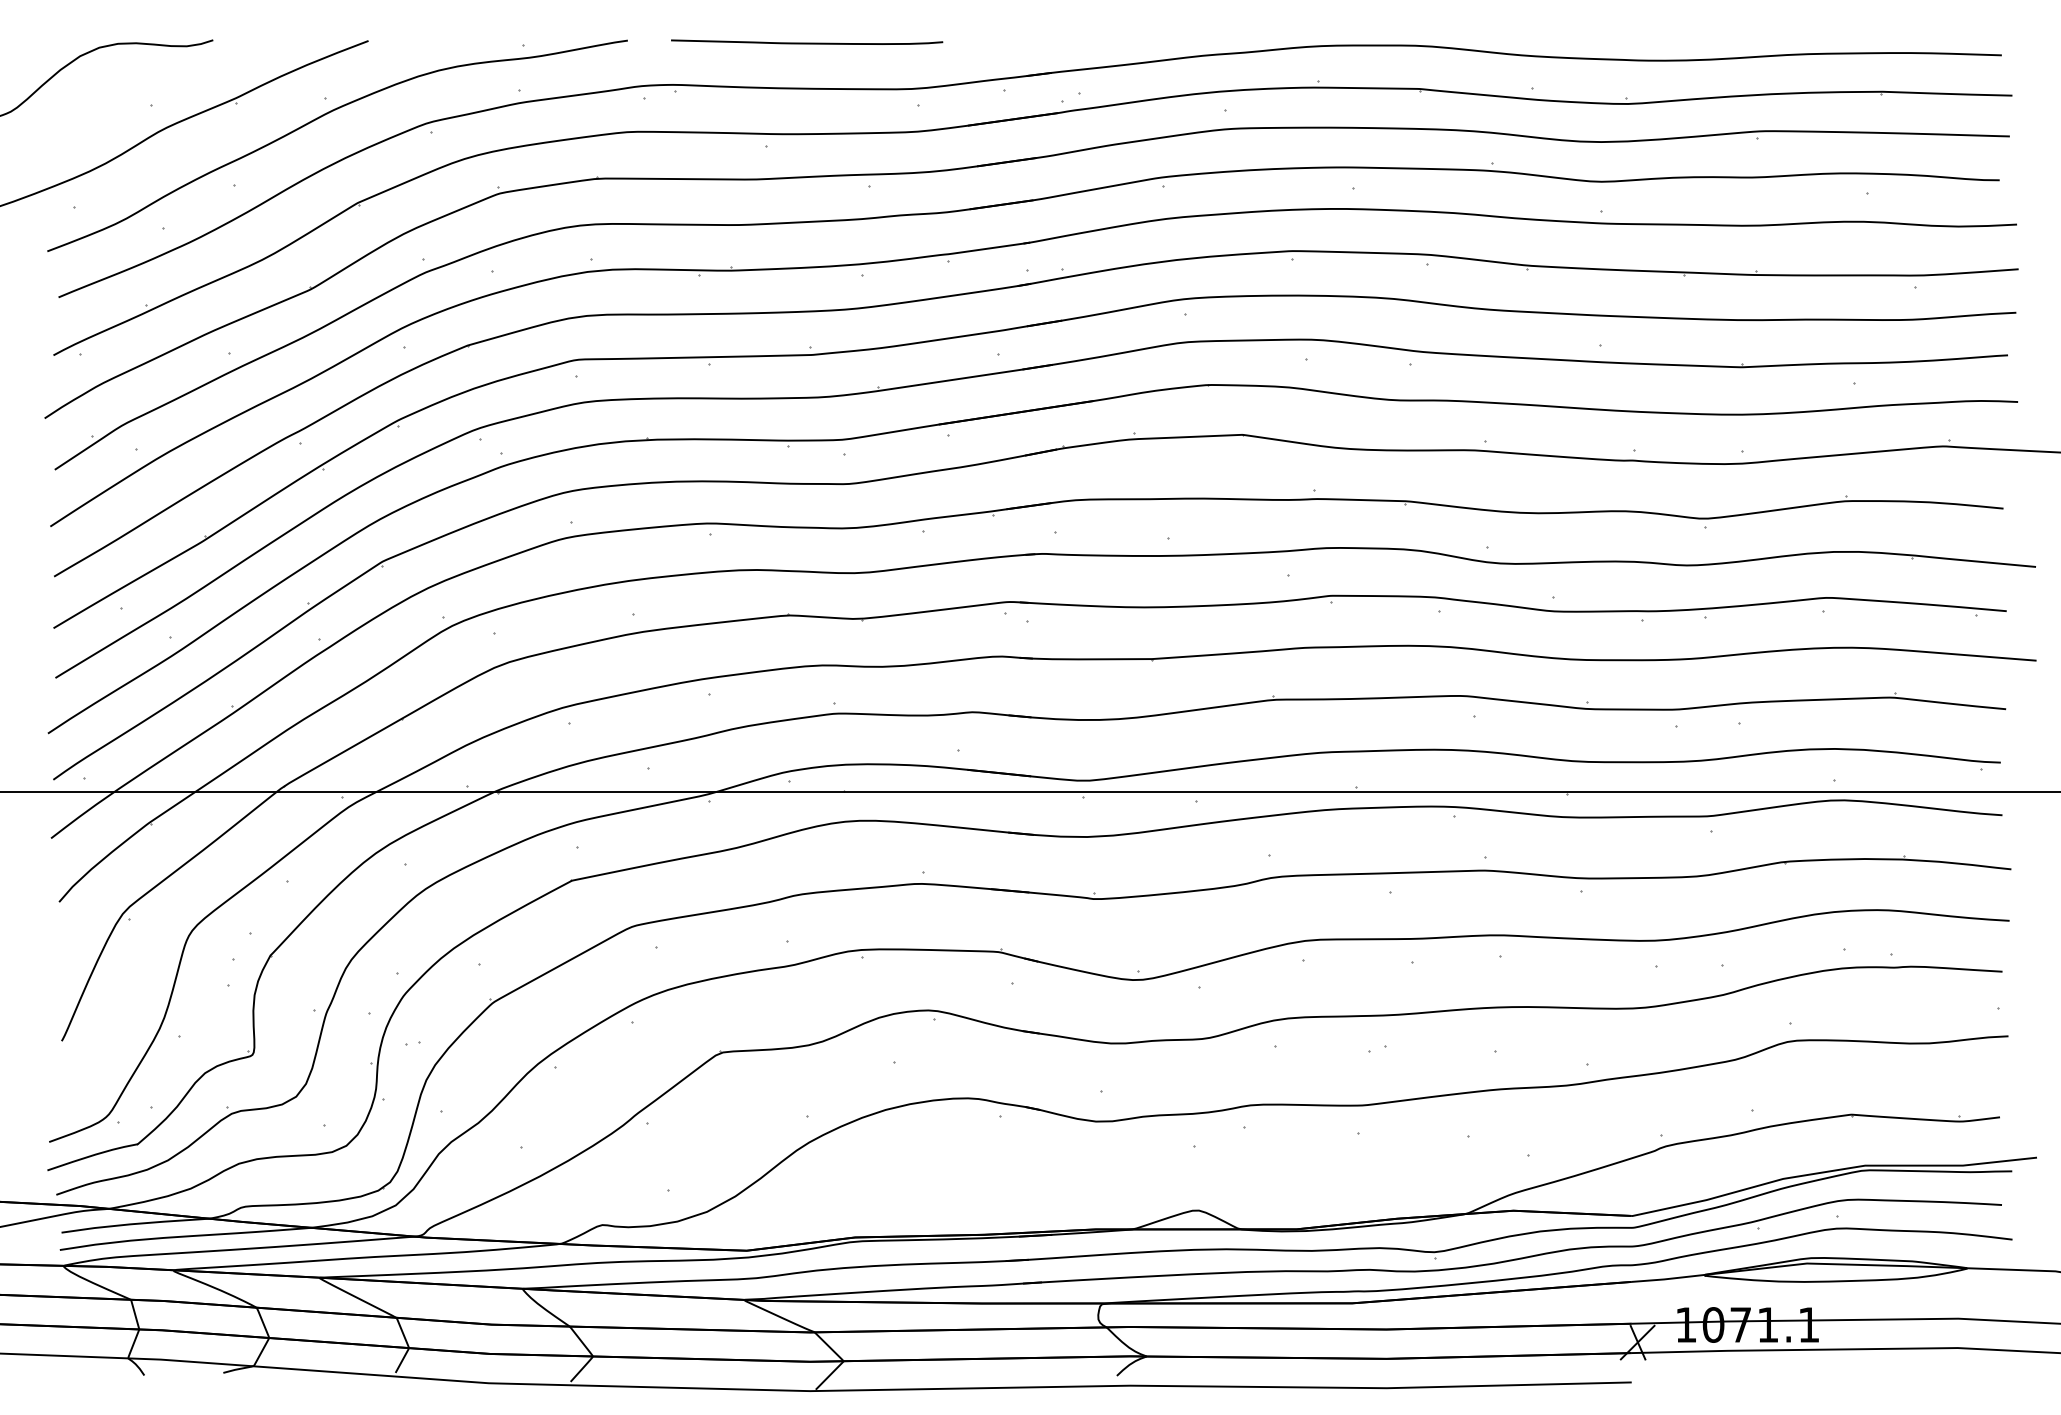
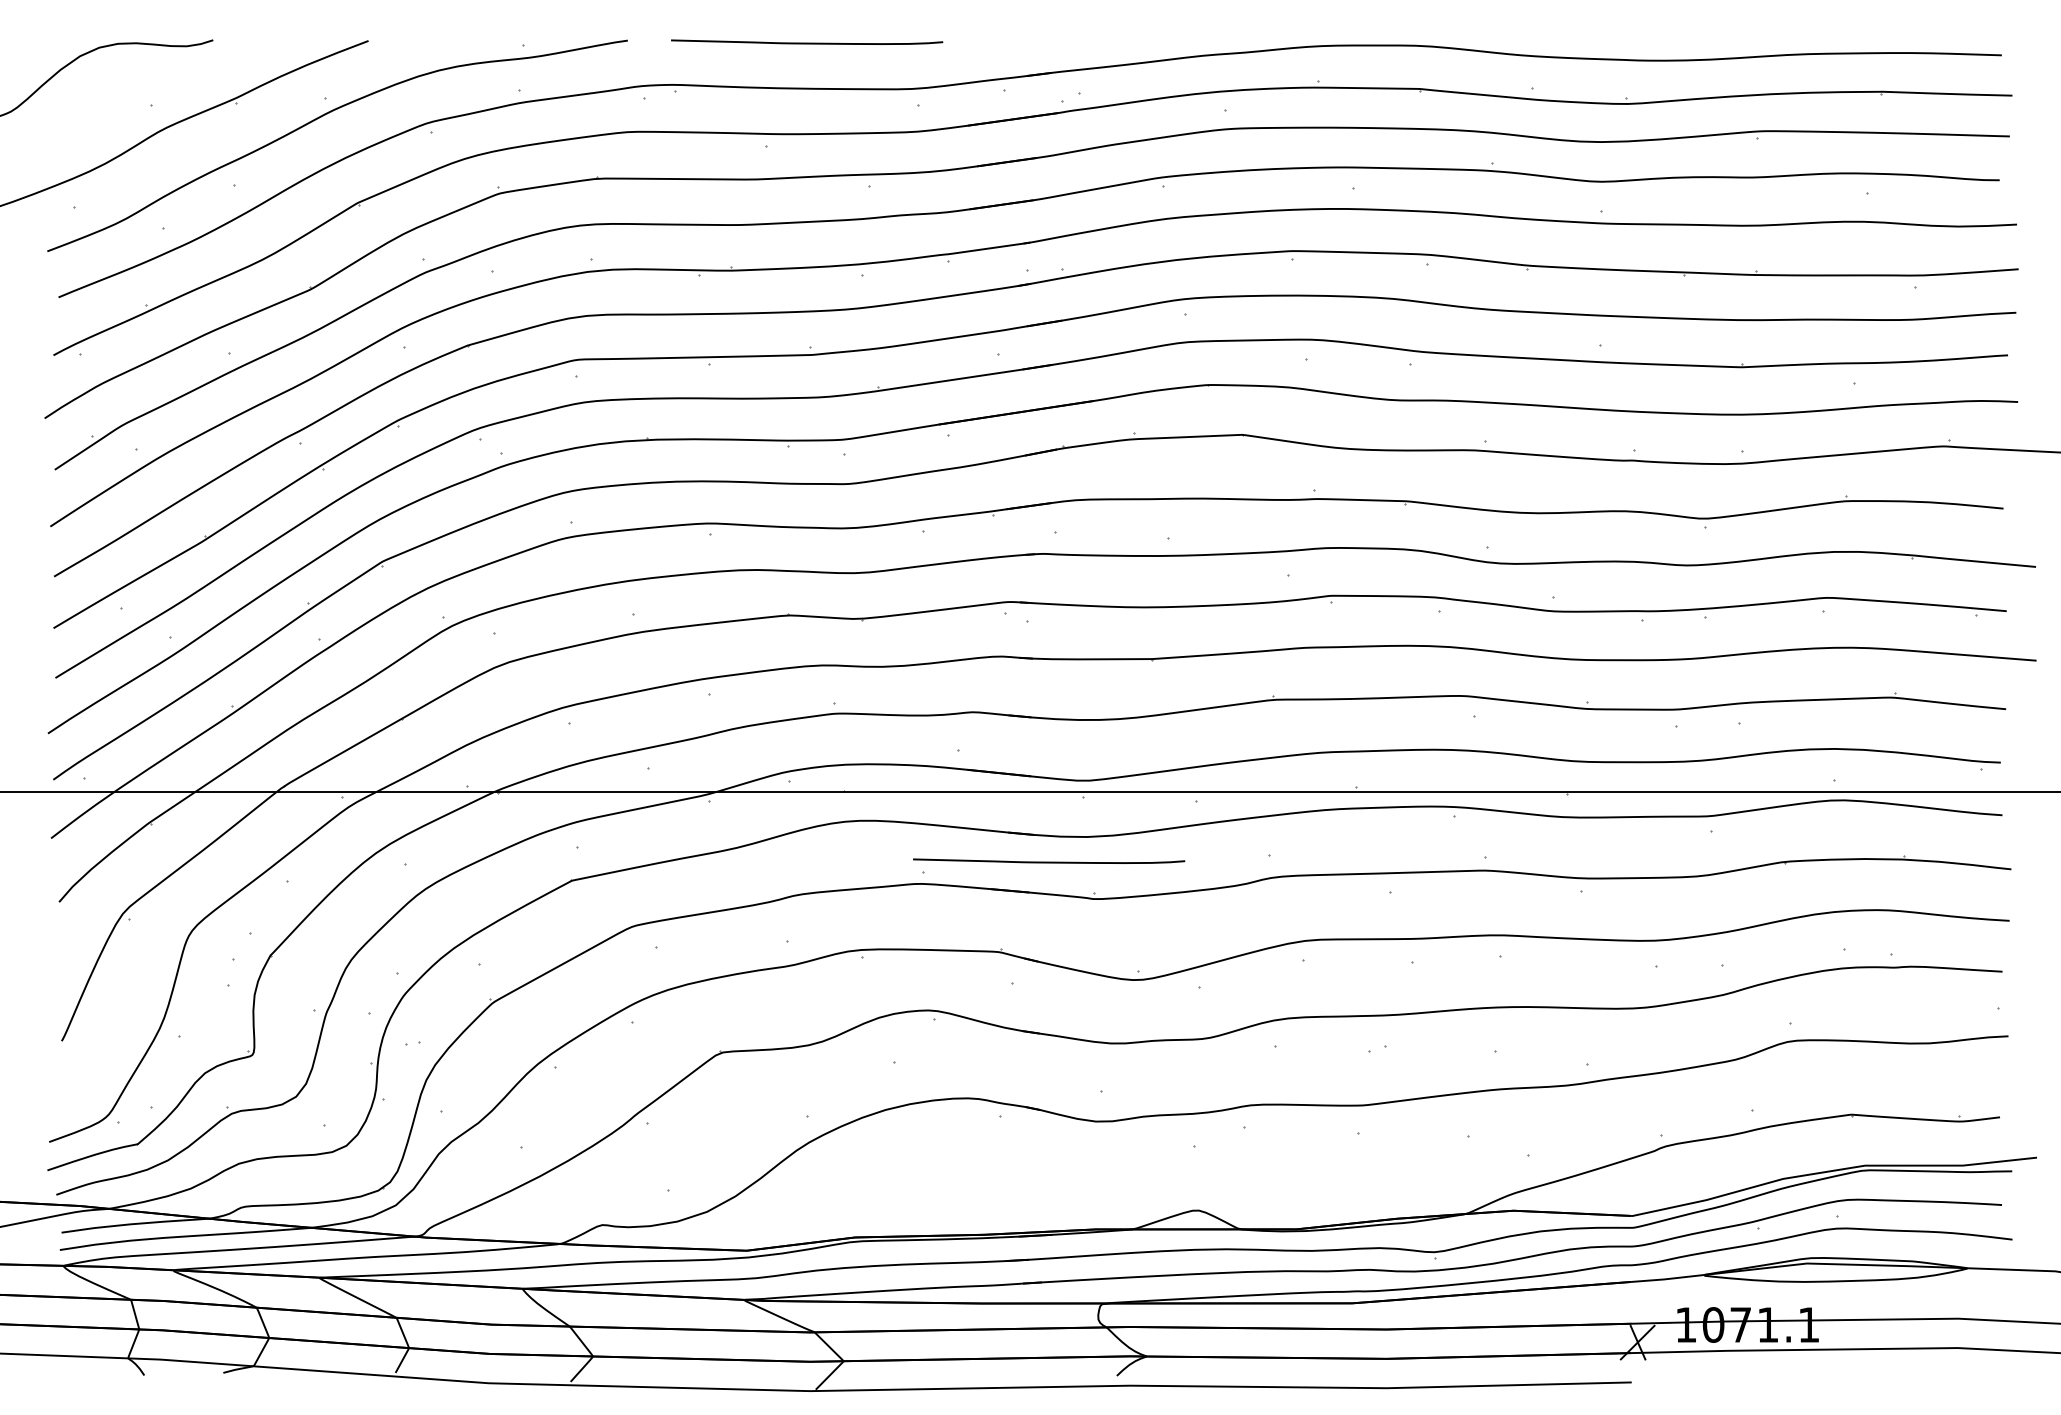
curve at (1049, 861): none -> present
